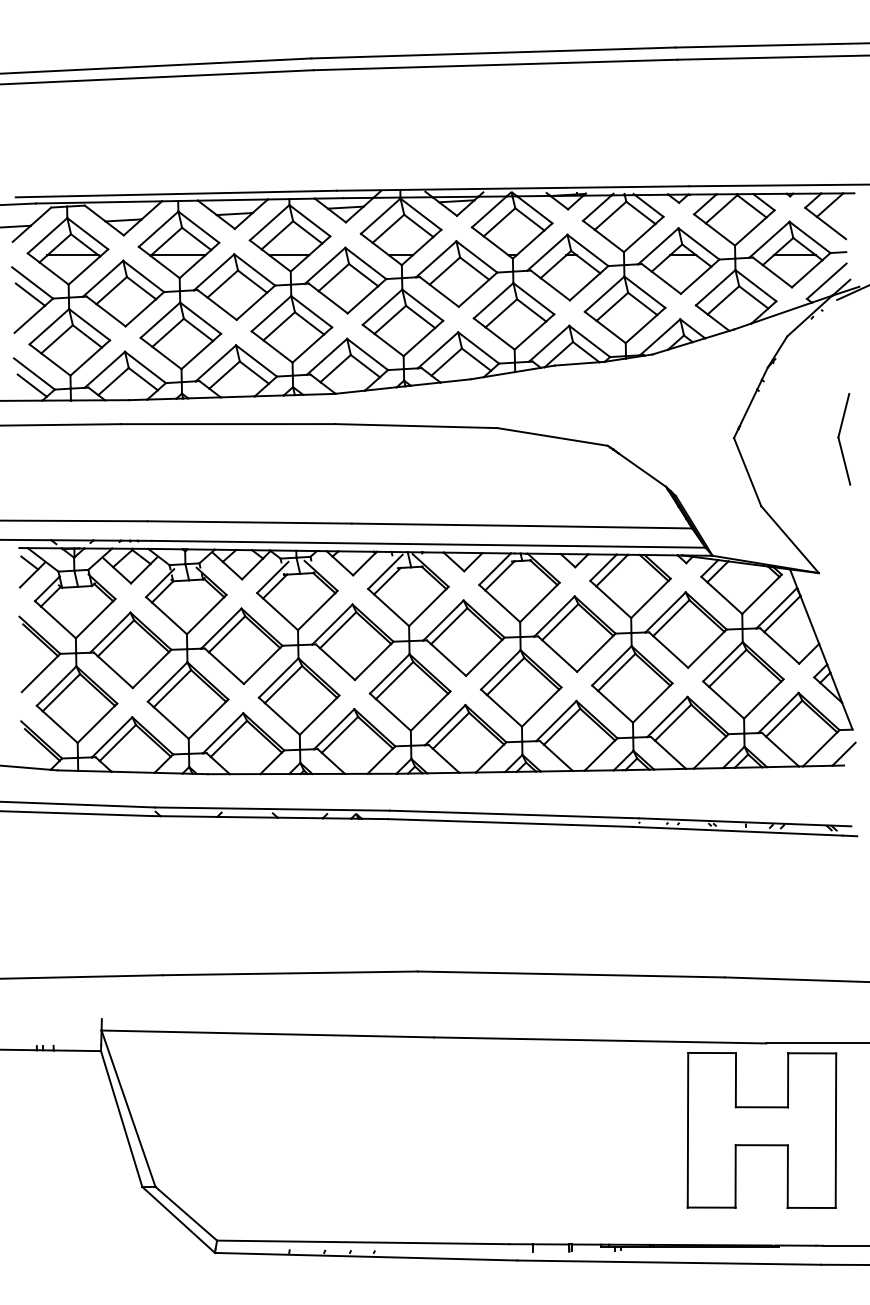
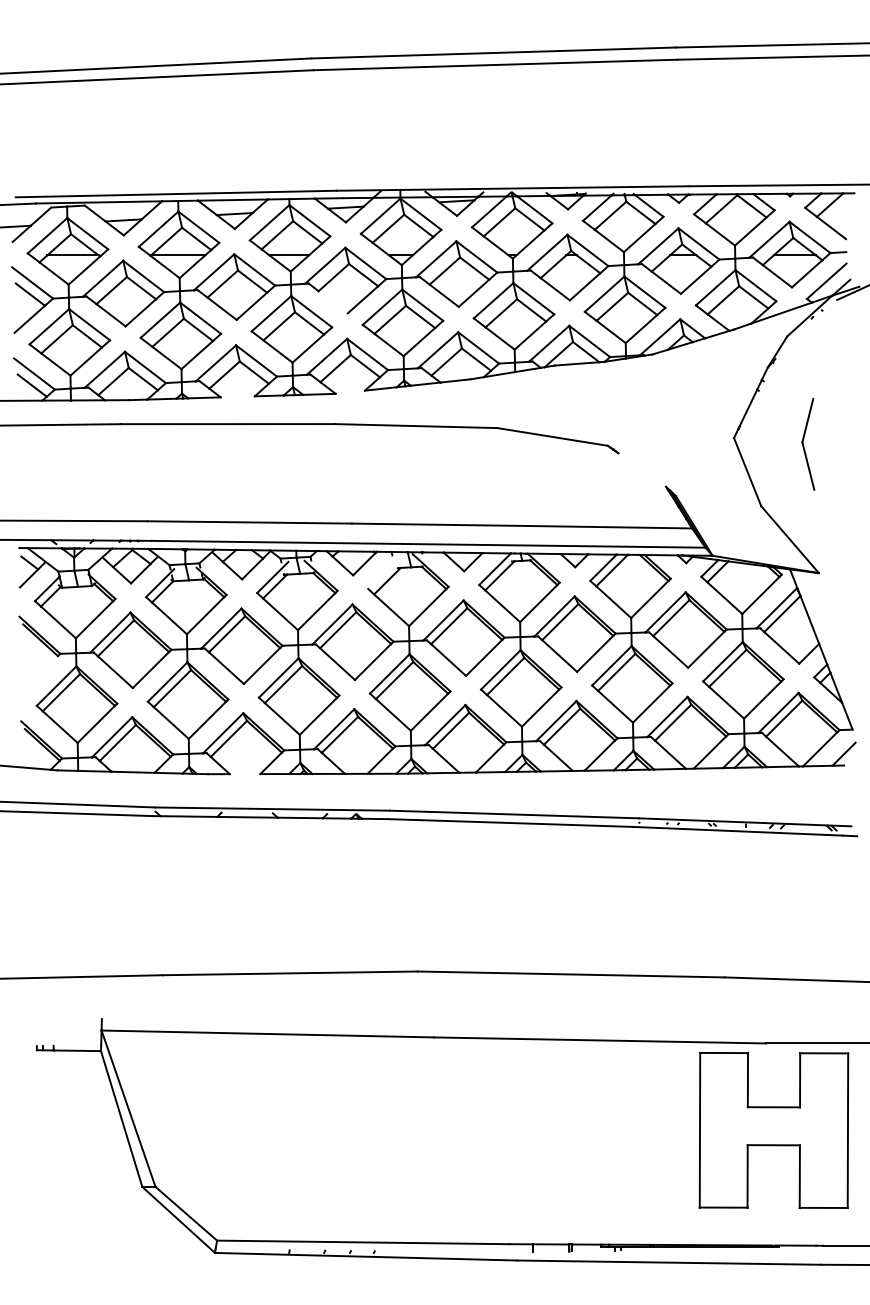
line at (332, 302): present -> none
line at (350, 391): present -> none
line at (237, 396): present -> none
part at (844, 439) position: (844, 439) -> (808, 444)
line at (642, 469): present -> none
line at (385, 571): present -> none
line at (39, 674): present -> none
line at (244, 774): present -> none
line at (19, 1049): present -> none
part at (761, 1130) position: (761, 1130) -> (773, 1130)
